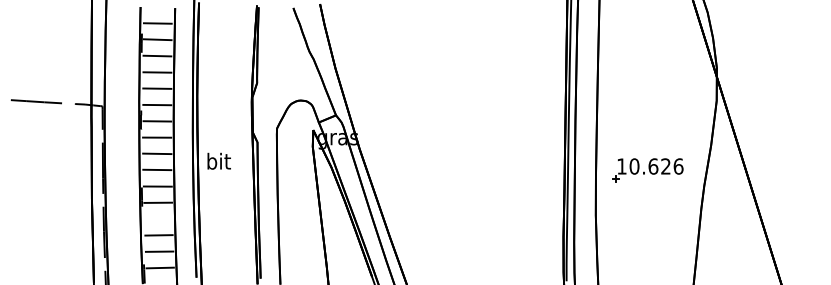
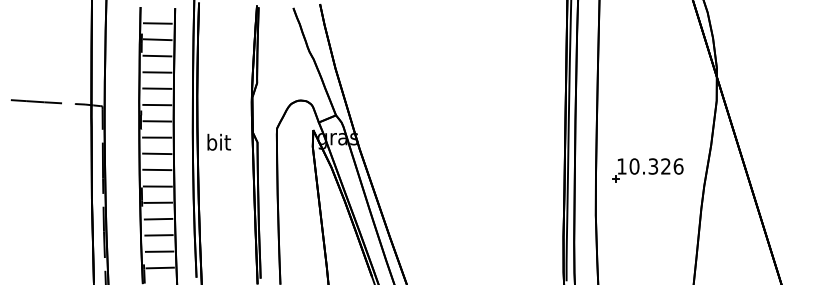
text at (218, 160) position: (218, 160) -> (218, 141)
text at (653, 166): 10.626 -> 10.326
line at (158, 218): none -> present
